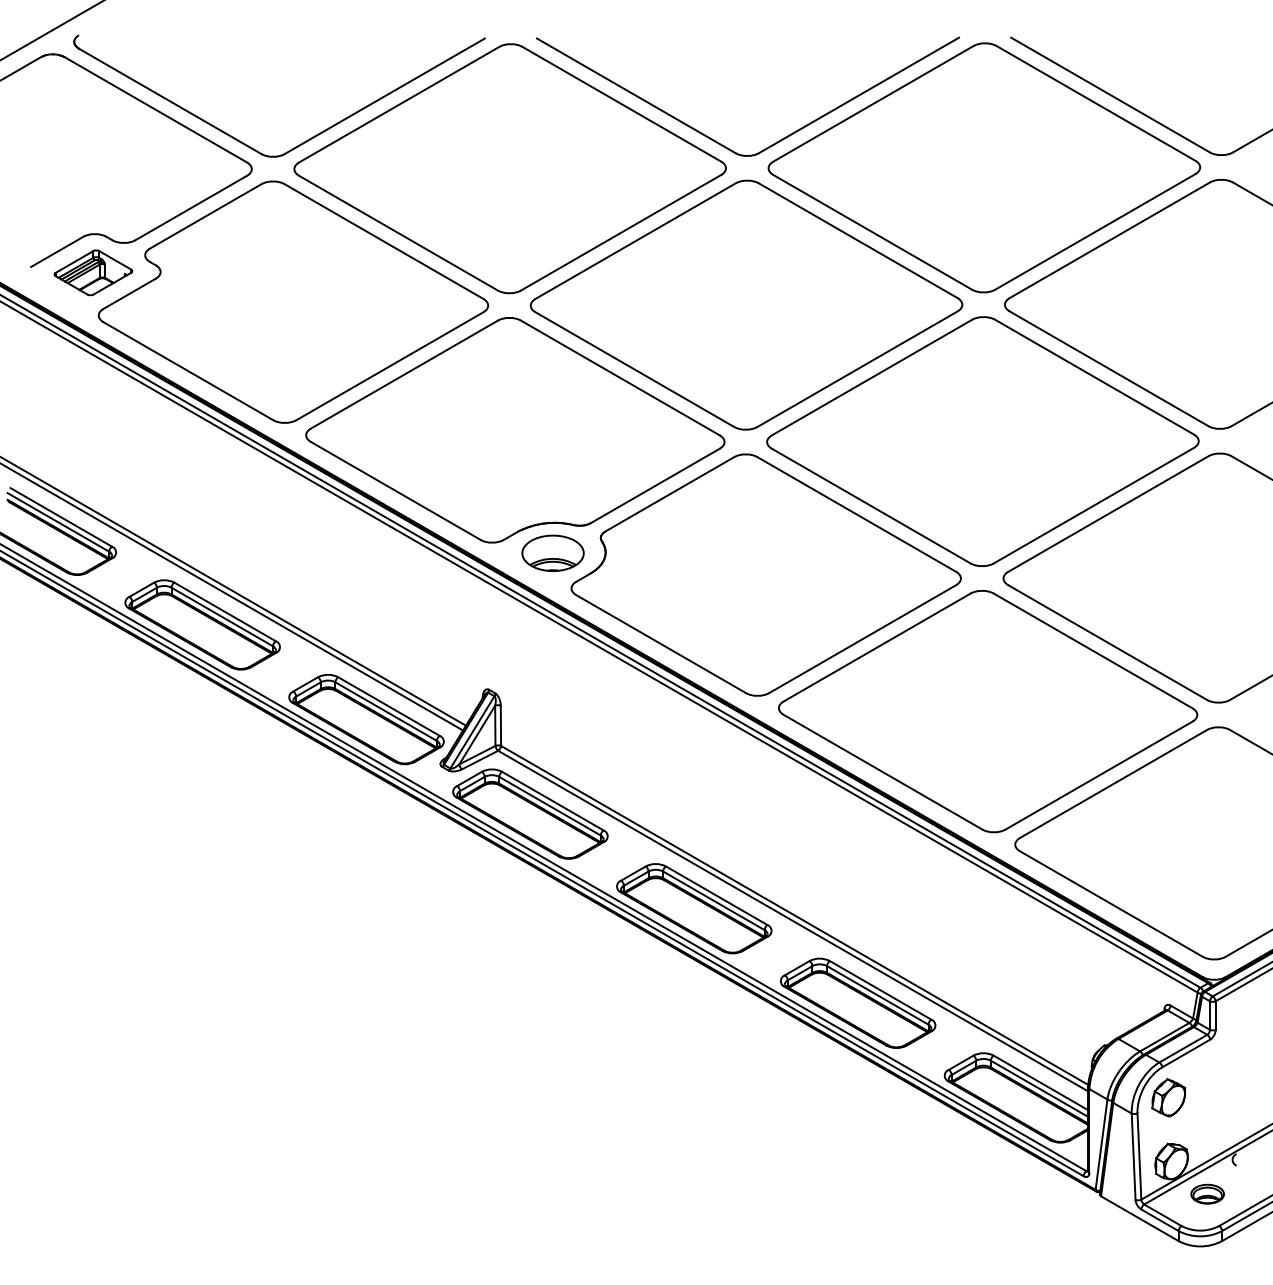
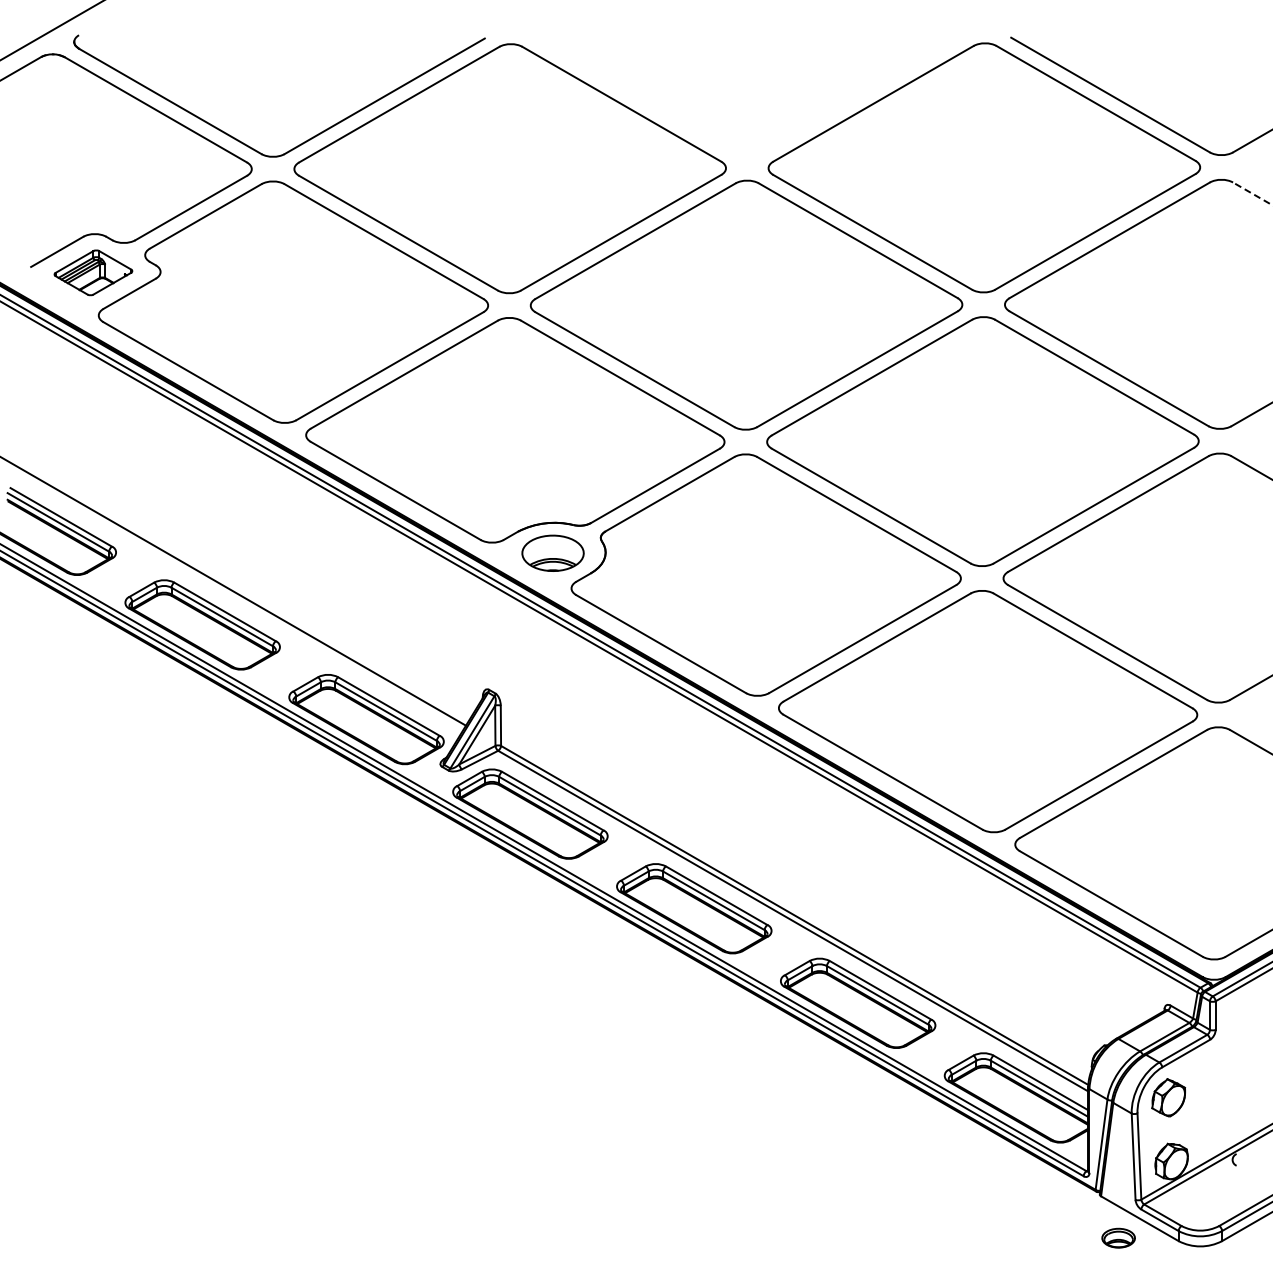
part at (771, 144): present -> none
line at (1252, 194): solid -> dashed
line at (232, 597): present -> none
part at (1207, 1193) position: (1207, 1193) -> (1118, 1237)
